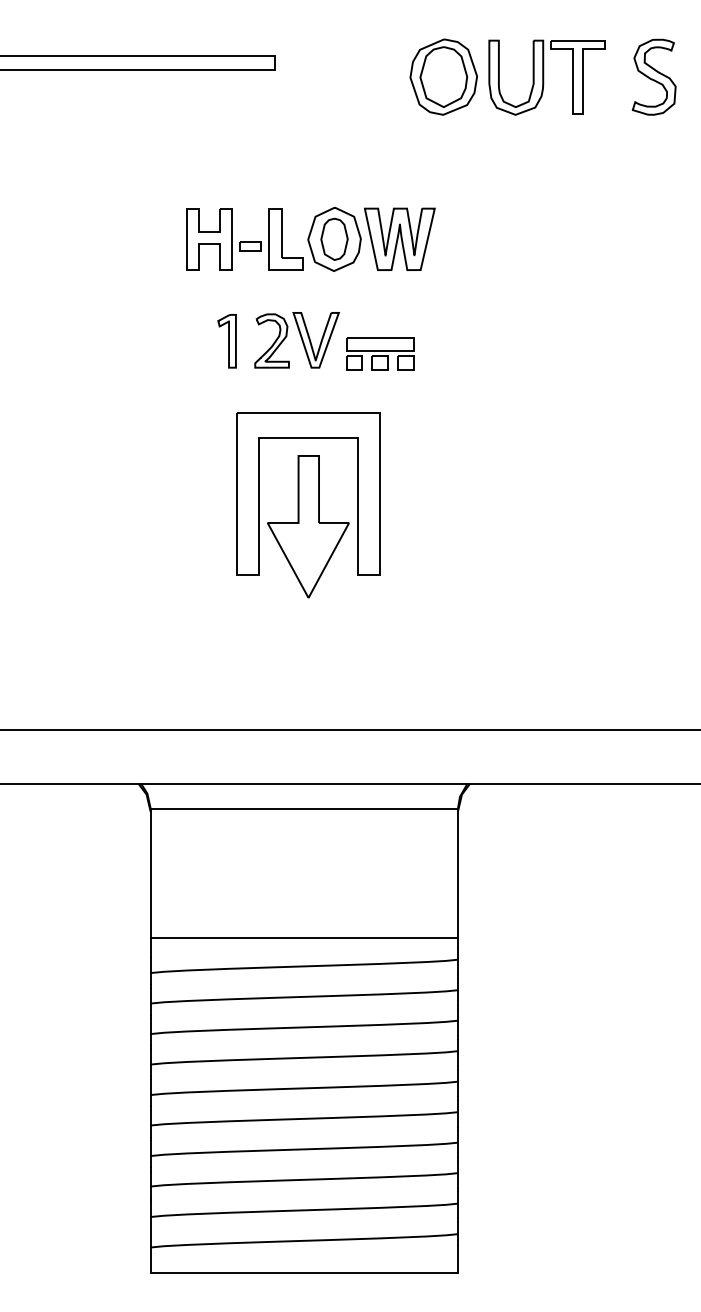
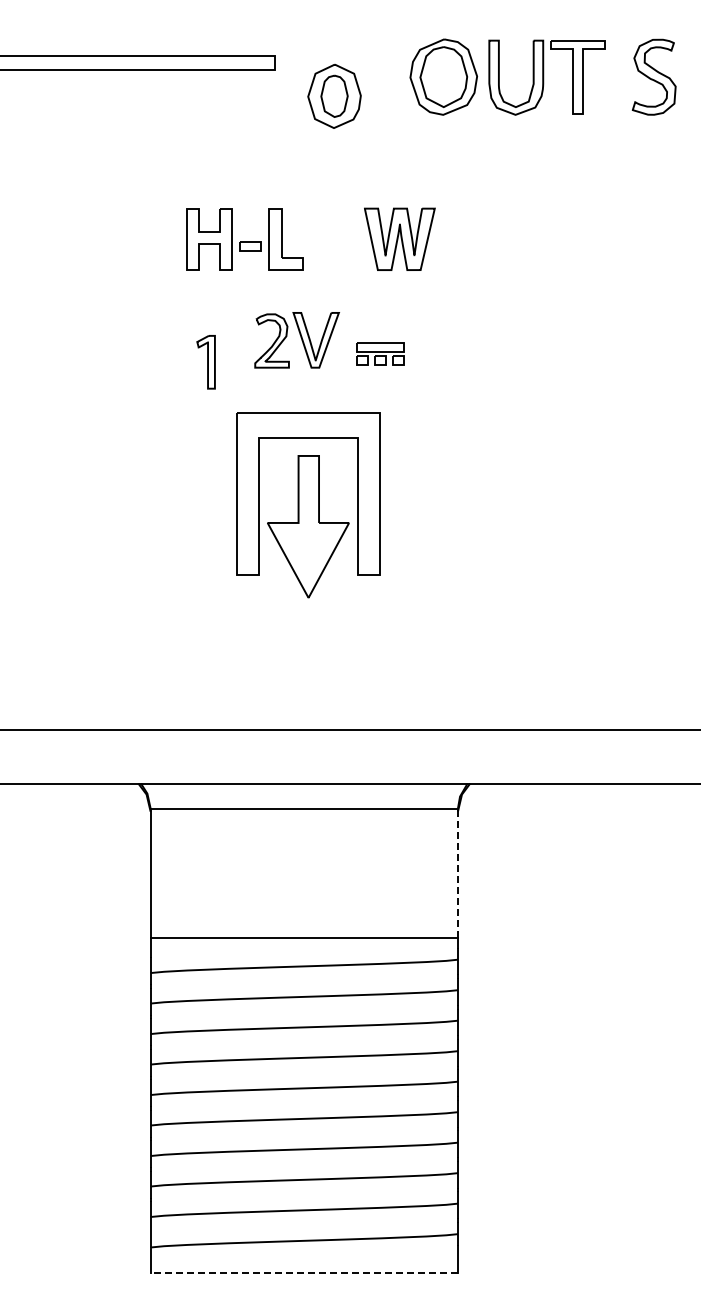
part at (334, 239) position: (334, 239) -> (334, 96)
part at (226, 341) position: (226, 341) -> (205, 362)
part at (380, 353) size: 69x34 px -> 49x24 px
line at (457, 873): solid -> dashed
line at (304, 1272): solid -> dashed
